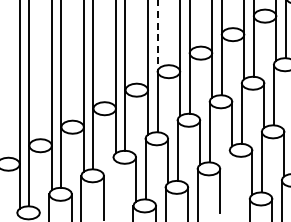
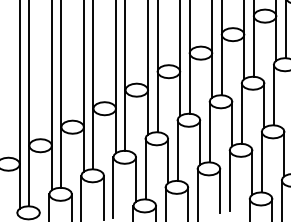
line at (157, 36): dashed -> solid
line at (229, 180): none -> present
line at (113, 187): none -> present
